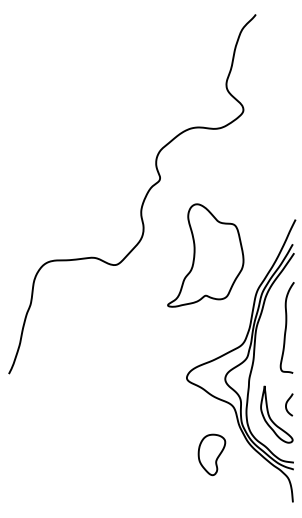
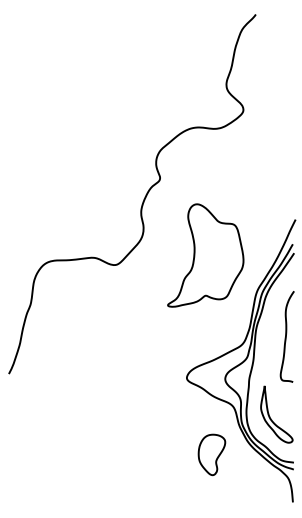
curve at (286, 327) position: (286, 327) -> (286, 336)
curve at (287, 404): present -> none
